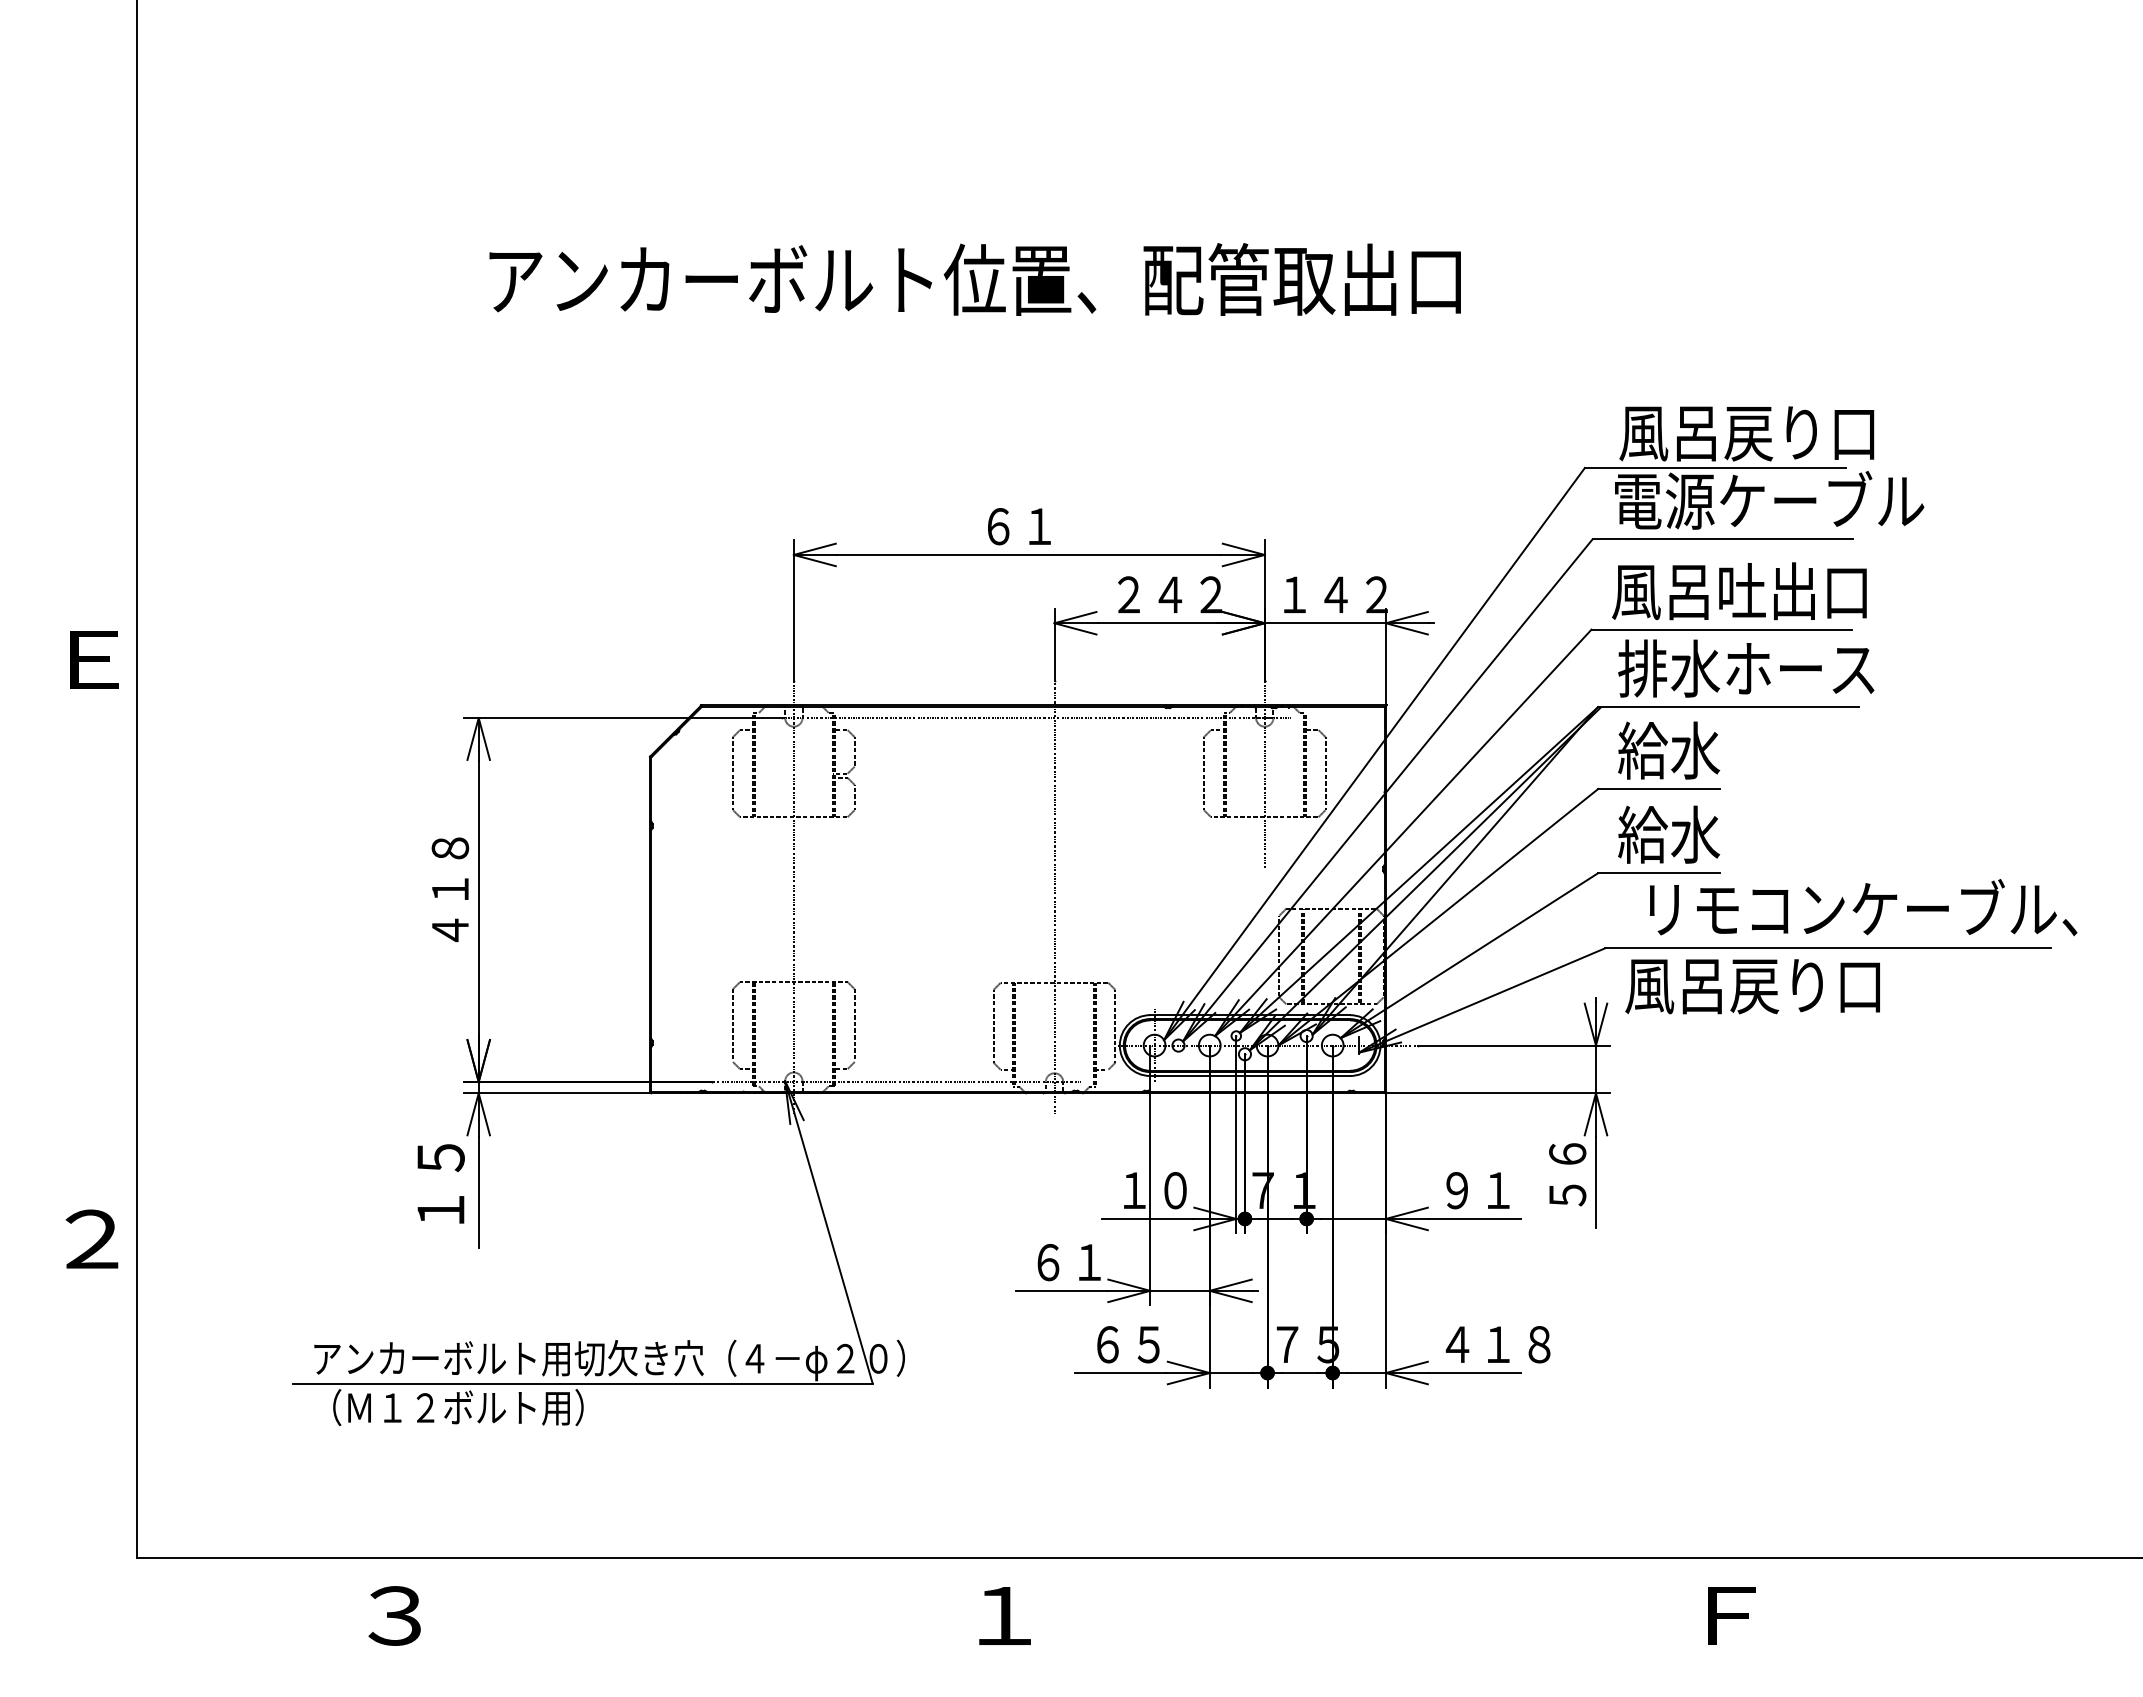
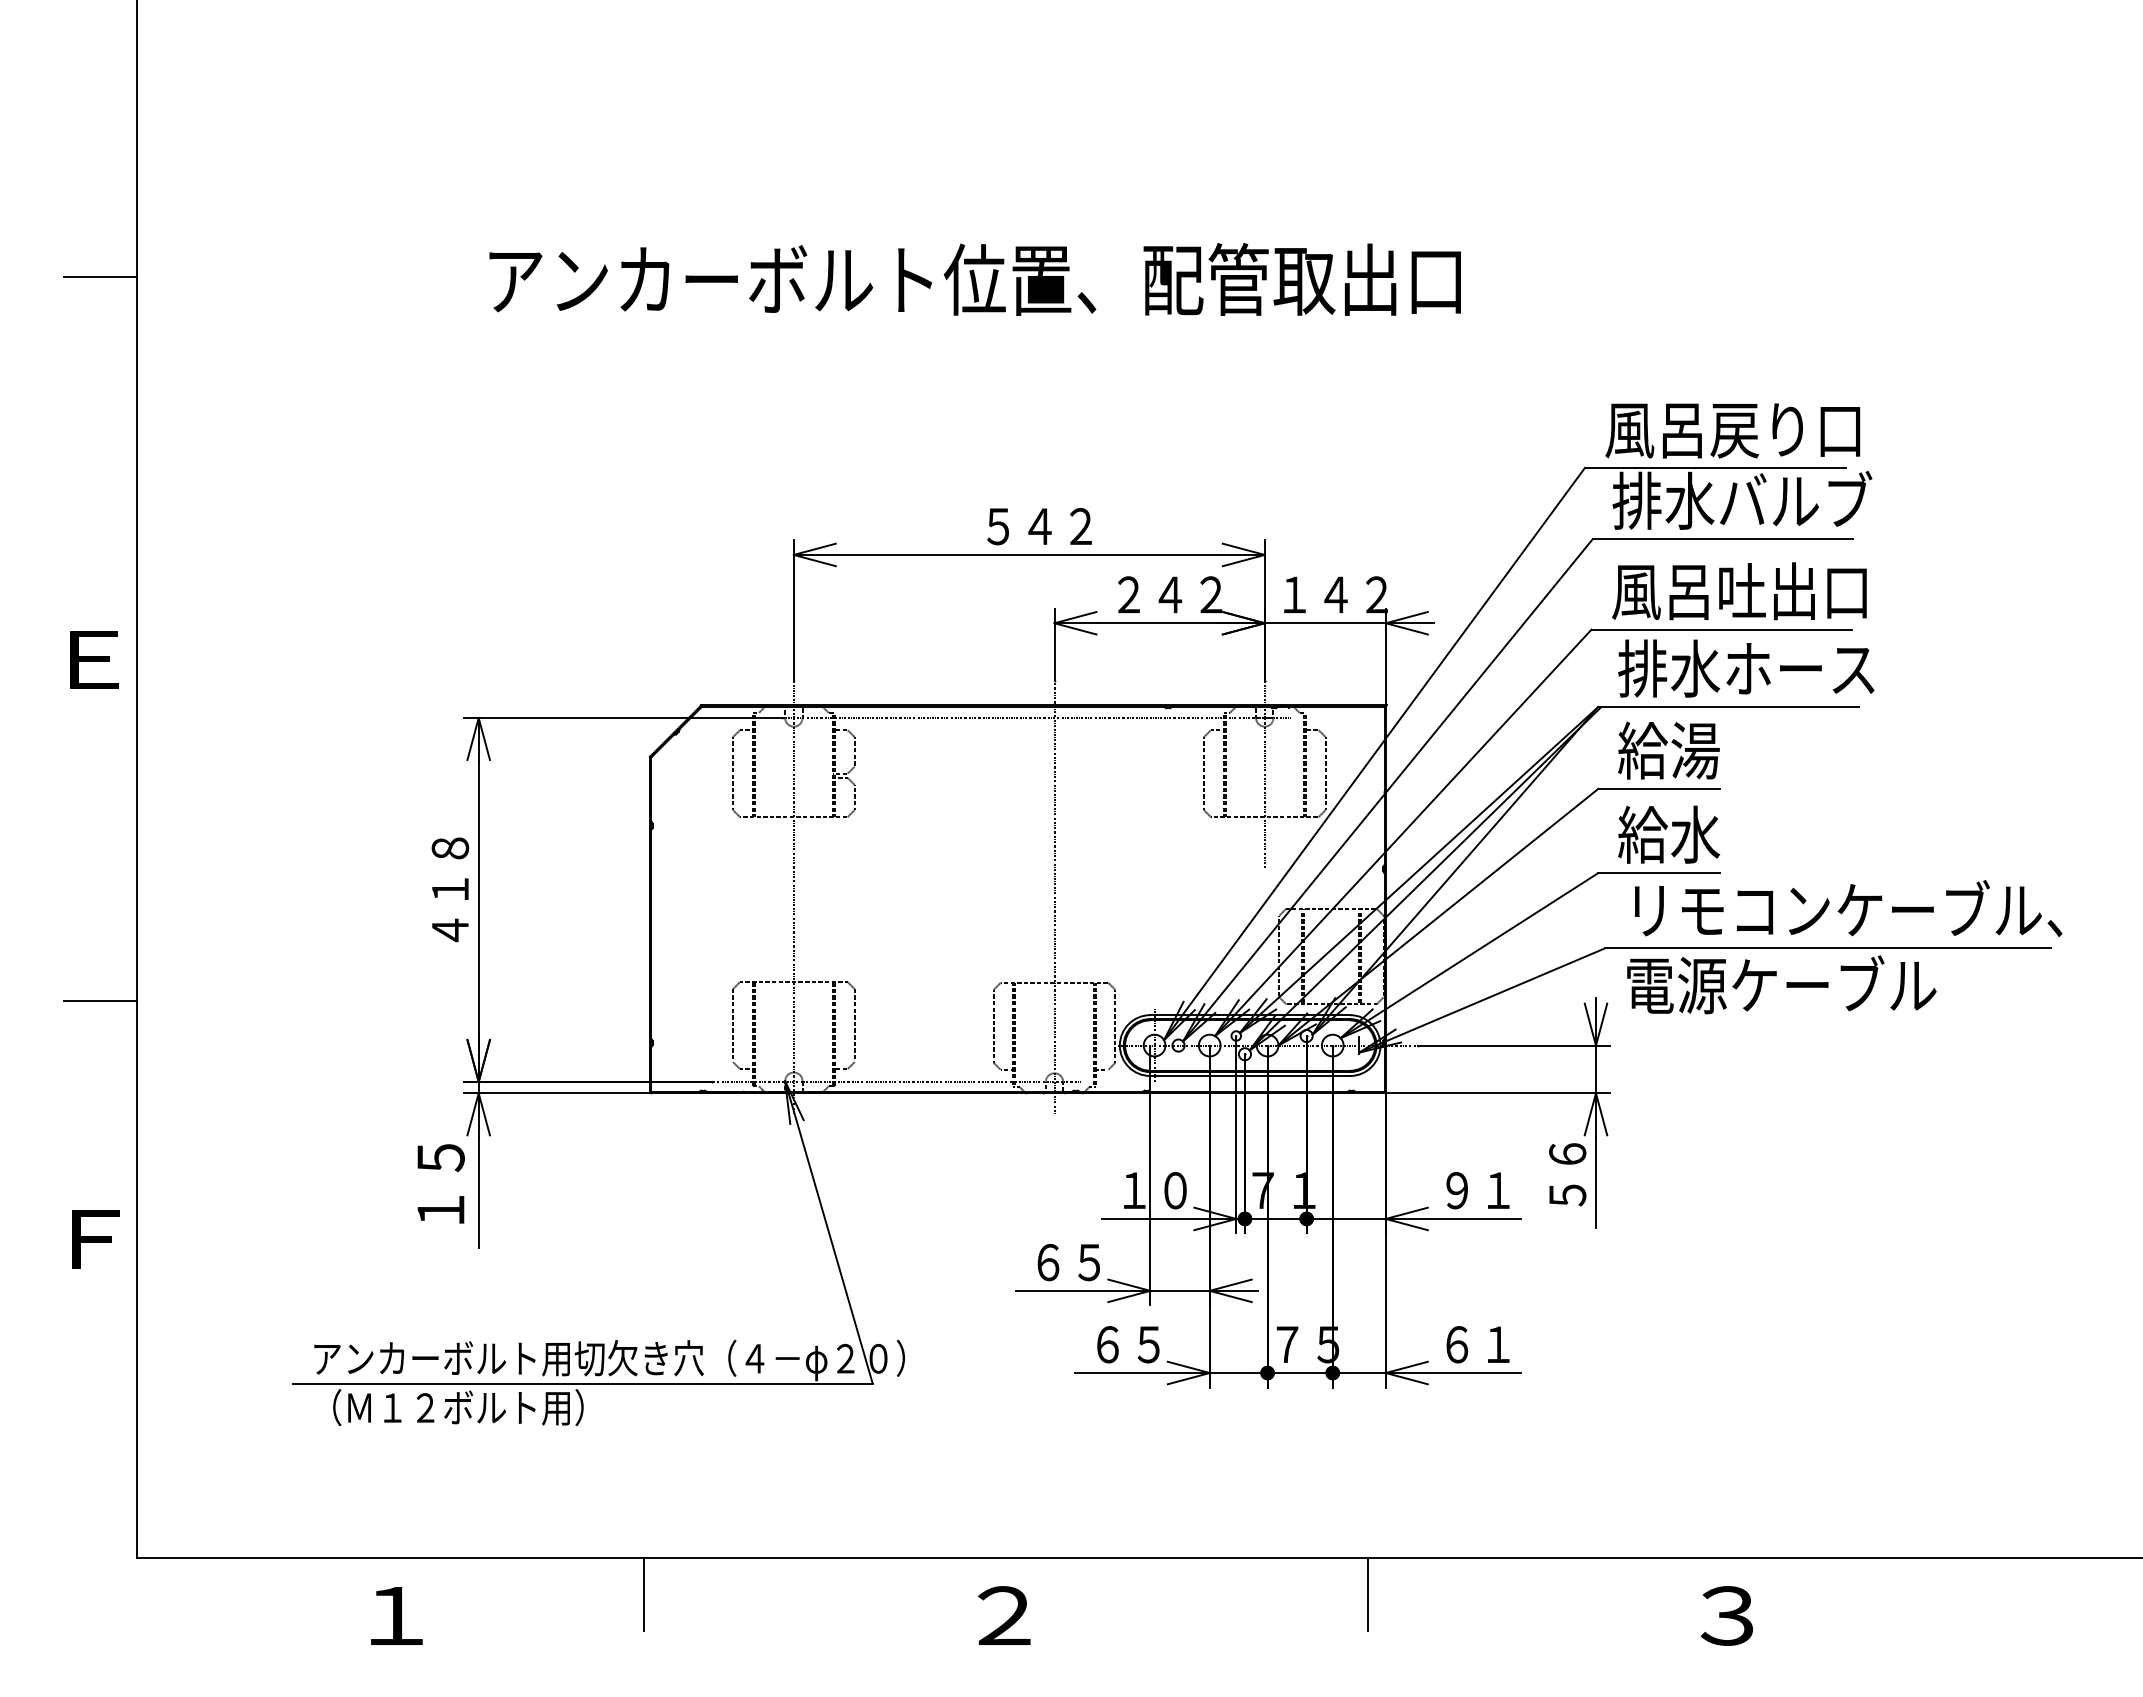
line at (100, 276): none -> present
text at (1746, 433) position: (1746, 433) -> (1732, 430)
text at (1768, 500): 電源ケーブル -> 排水バルブ
text at (1039, 526): ６１ -> ５４２
text at (1695, 750): 給水 -> 給湯
text at (1863, 907) position: (1863, 907) -> (1848, 908)
text at (1780, 984): 風呂戻り口 -> 電源ケーブル
line at (100, 1000): none -> present
text at (92, 1238): ２ -> Ｆ
text at (1089, 1262): ６１ -> ６５
text at (1497, 1344): ４１８ -> ６１
line at (643, 1594): none -> present
line at (1367, 1594): none -> present
text at (395, 1615): ３ -> １
text at (1004, 1615): １ -> ２
text at (1727, 1615): Ｆ -> ３
